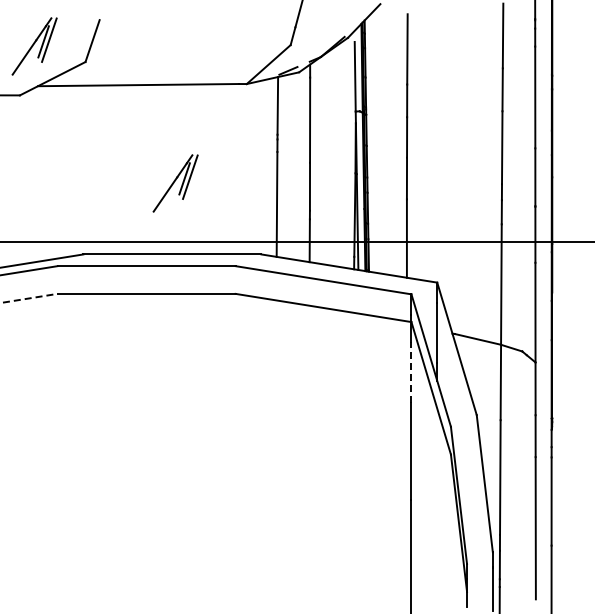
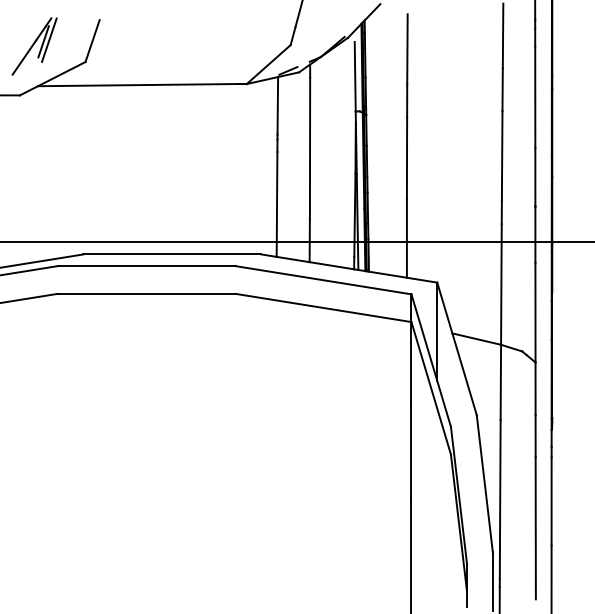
part at (175, 183): present -> none
line at (29, 298): dashed -> solid
line at (411, 371): dashed -> solid
